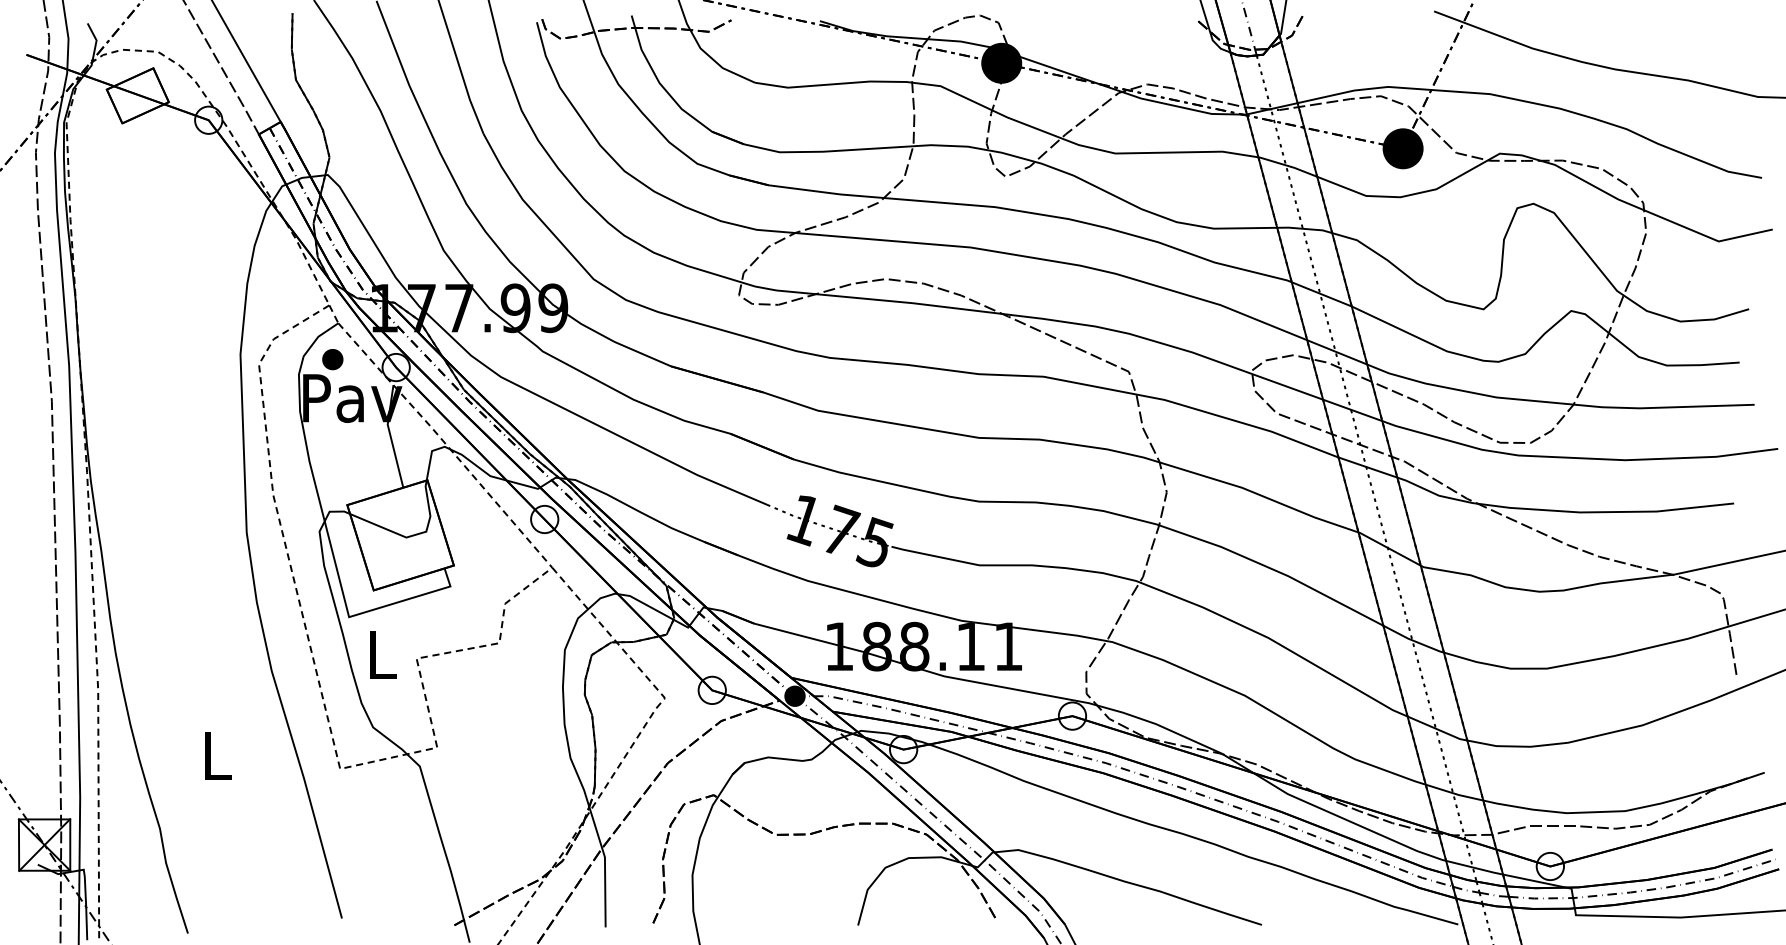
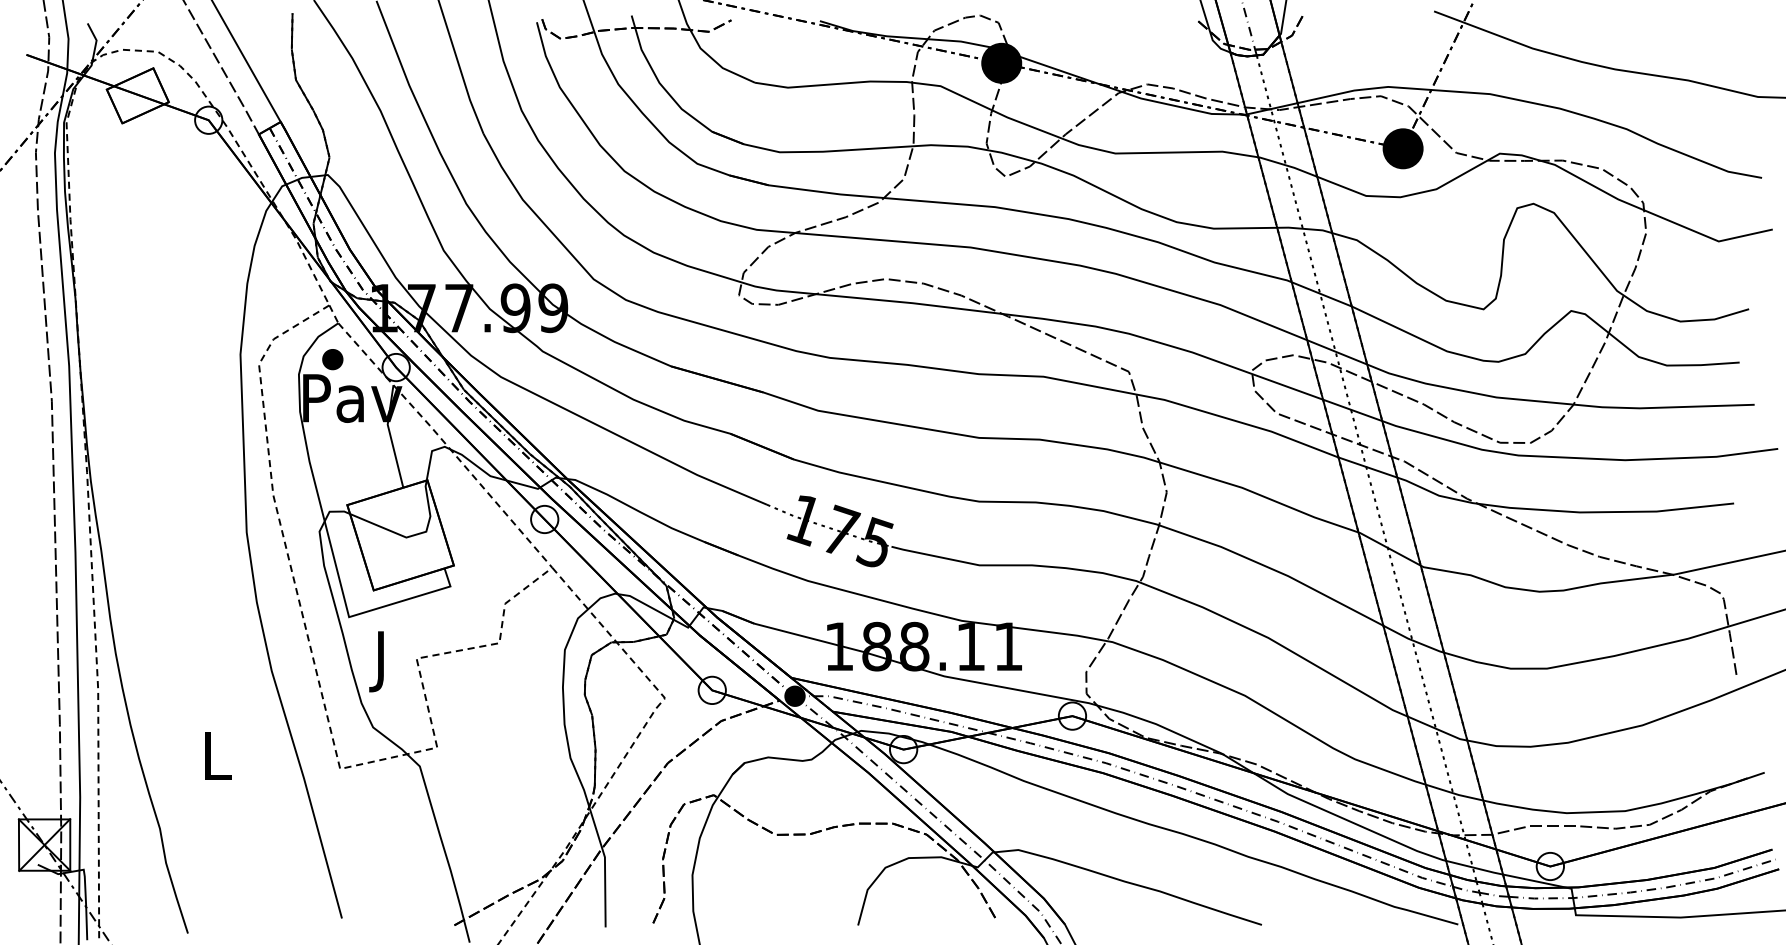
text at (382, 661): L -> J
